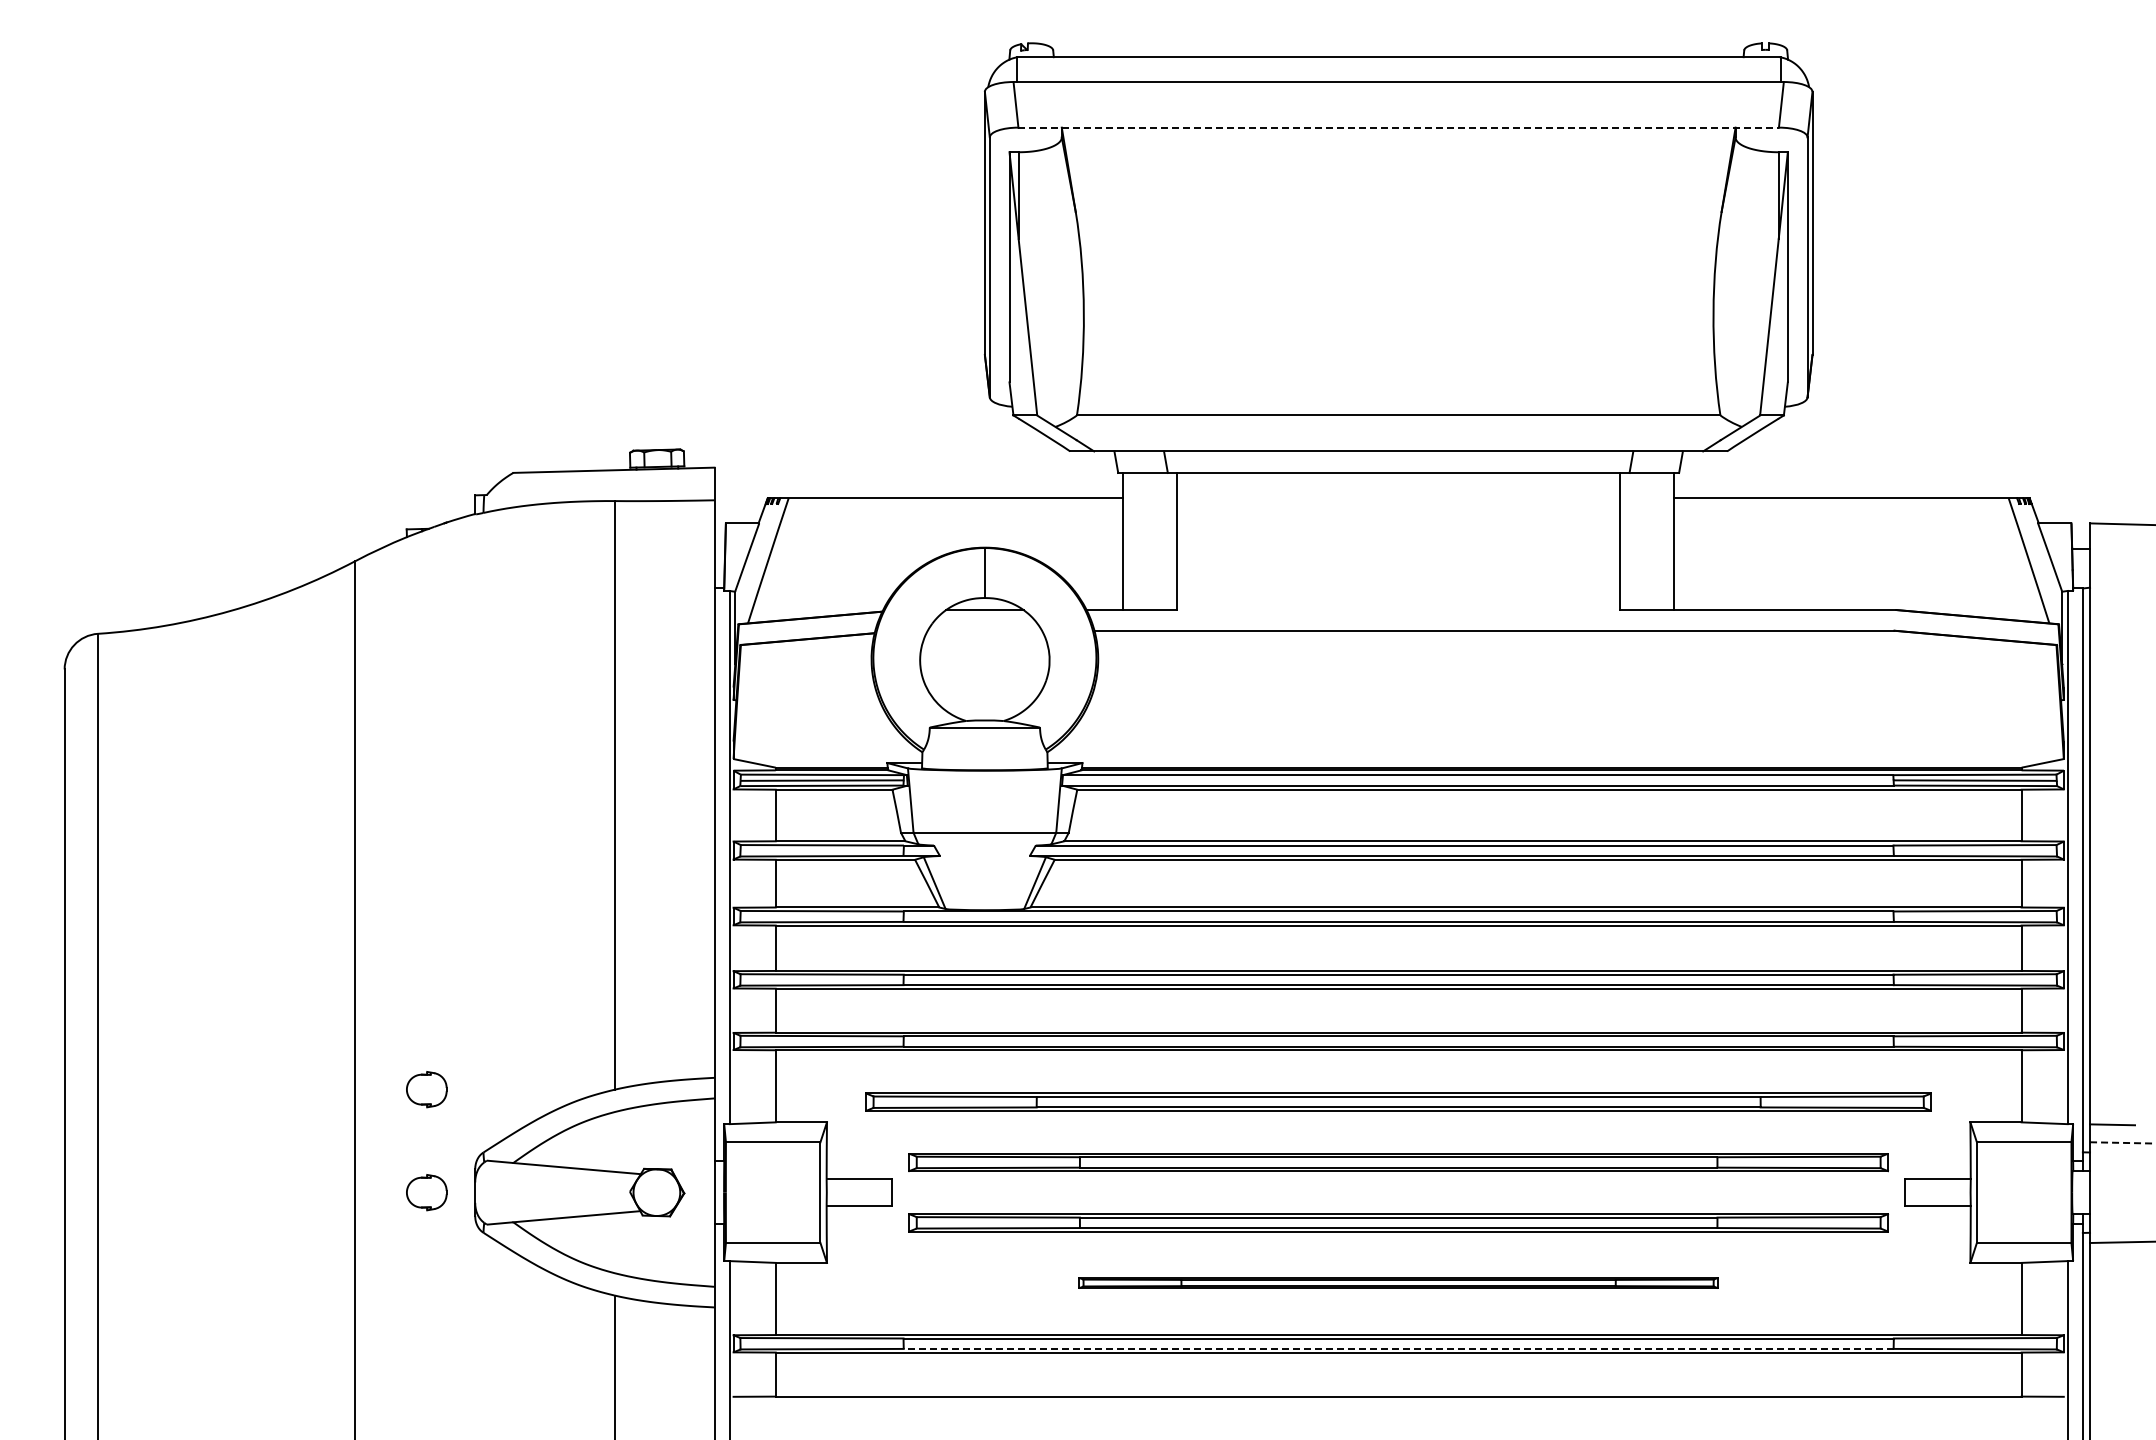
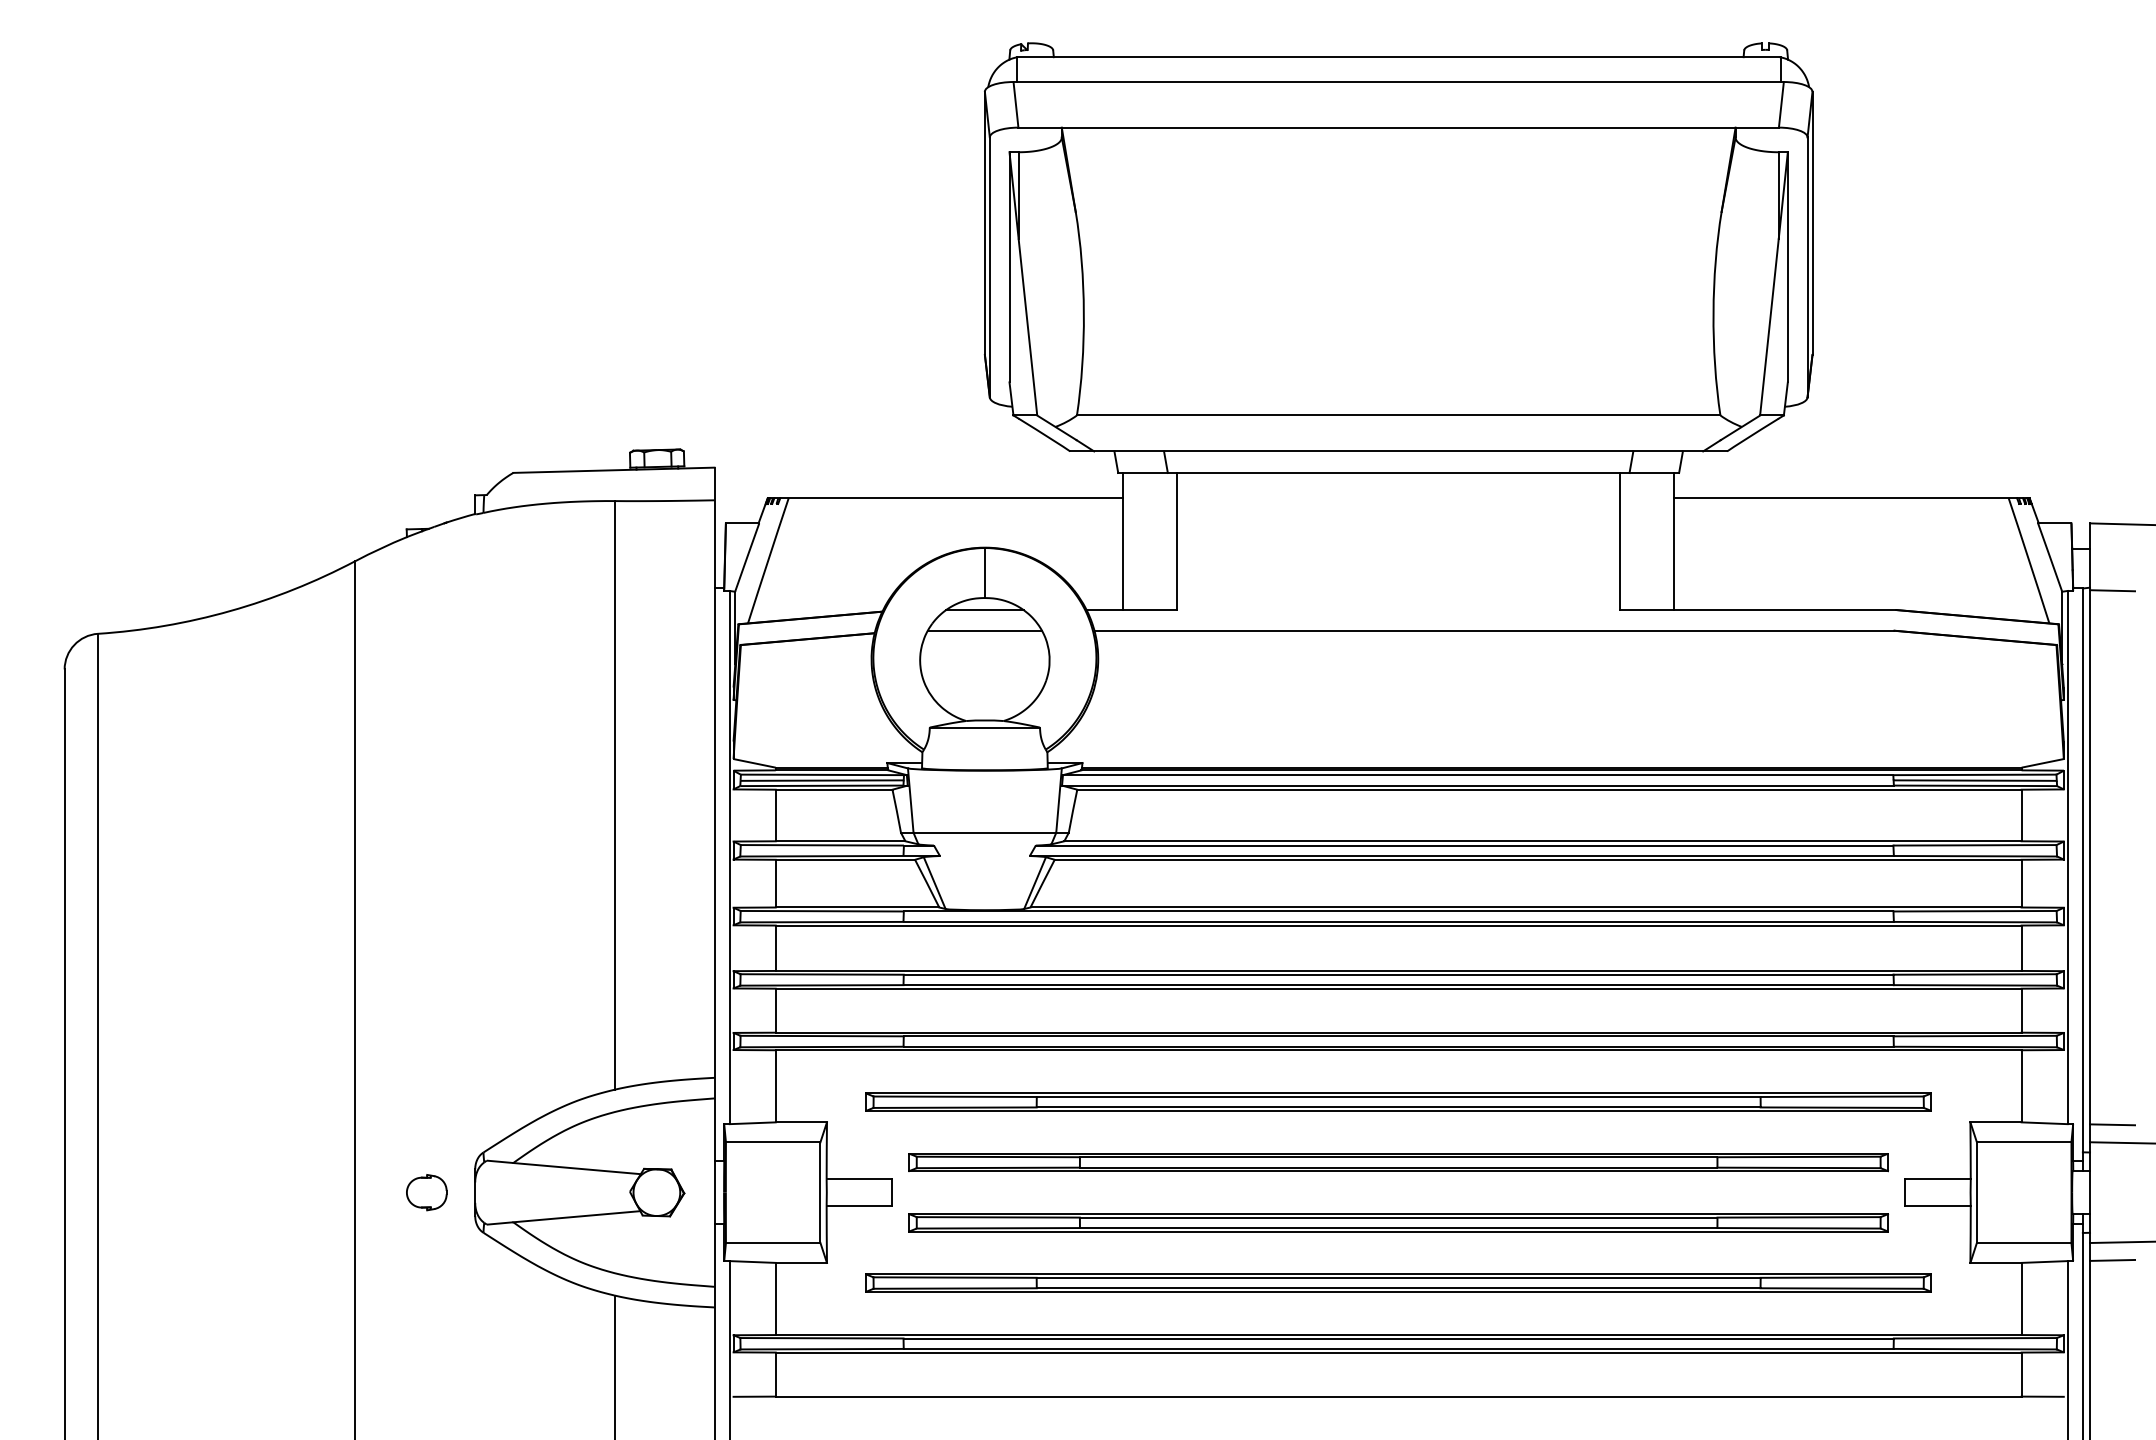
line at (1399, 127): dashed -> solid
line at (2112, 590): none -> present
line at (984, 630): none -> present
part at (426, 1089): present -> none
line at (2122, 1142): dashed -> solid
line at (2112, 1259): none -> present
part at (1398, 1282) size: 641x12 px -> 1067x20 px
line at (1398, 1348): dashed -> solid
